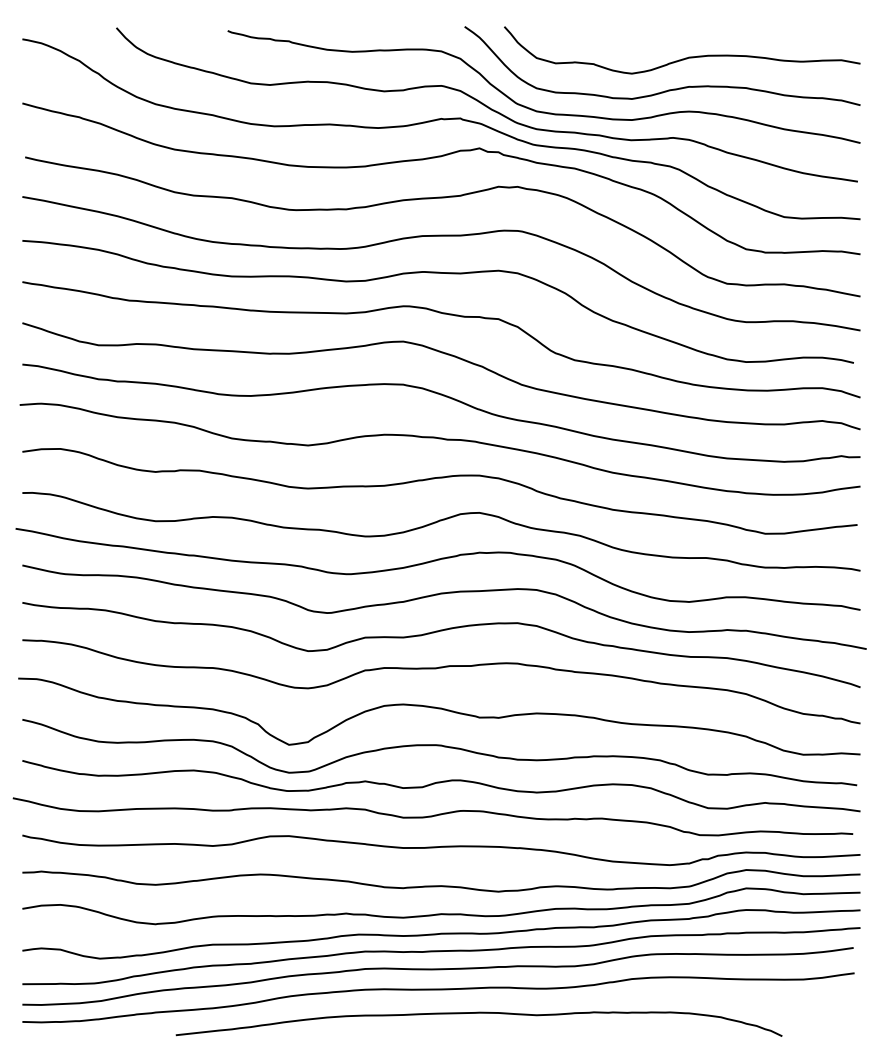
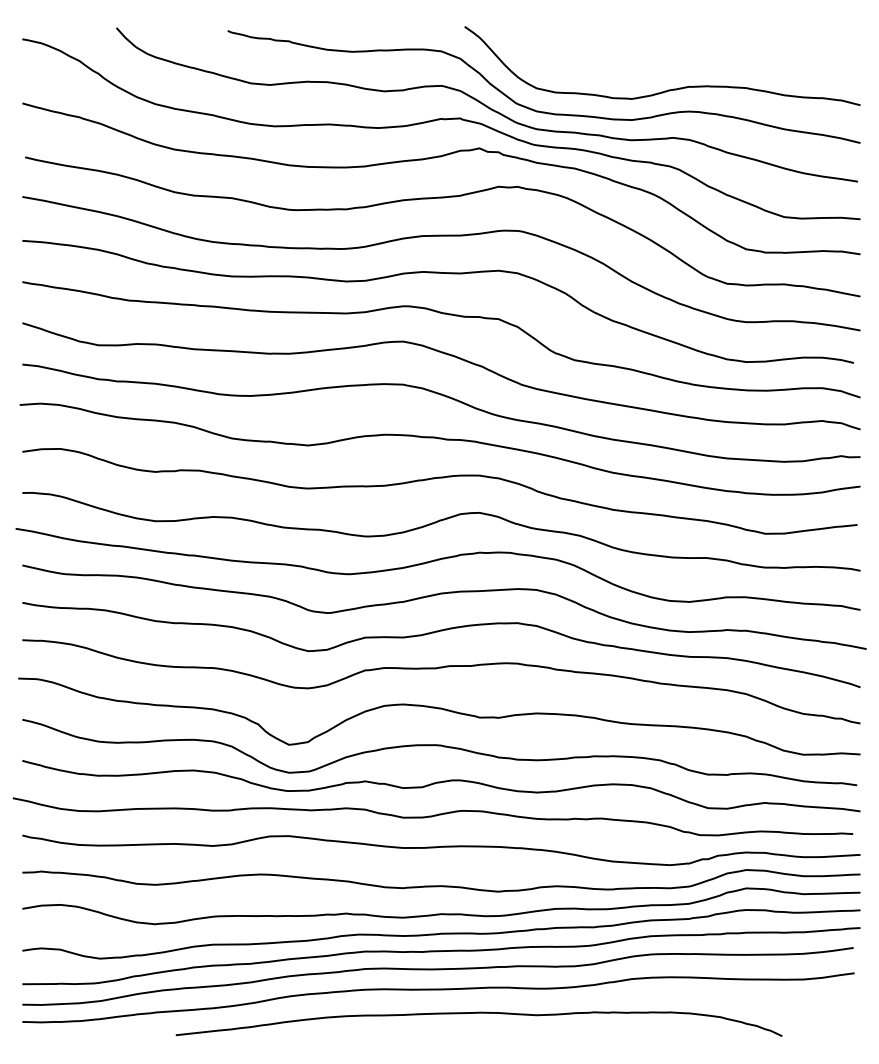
curve at (685, 57): present -> none
